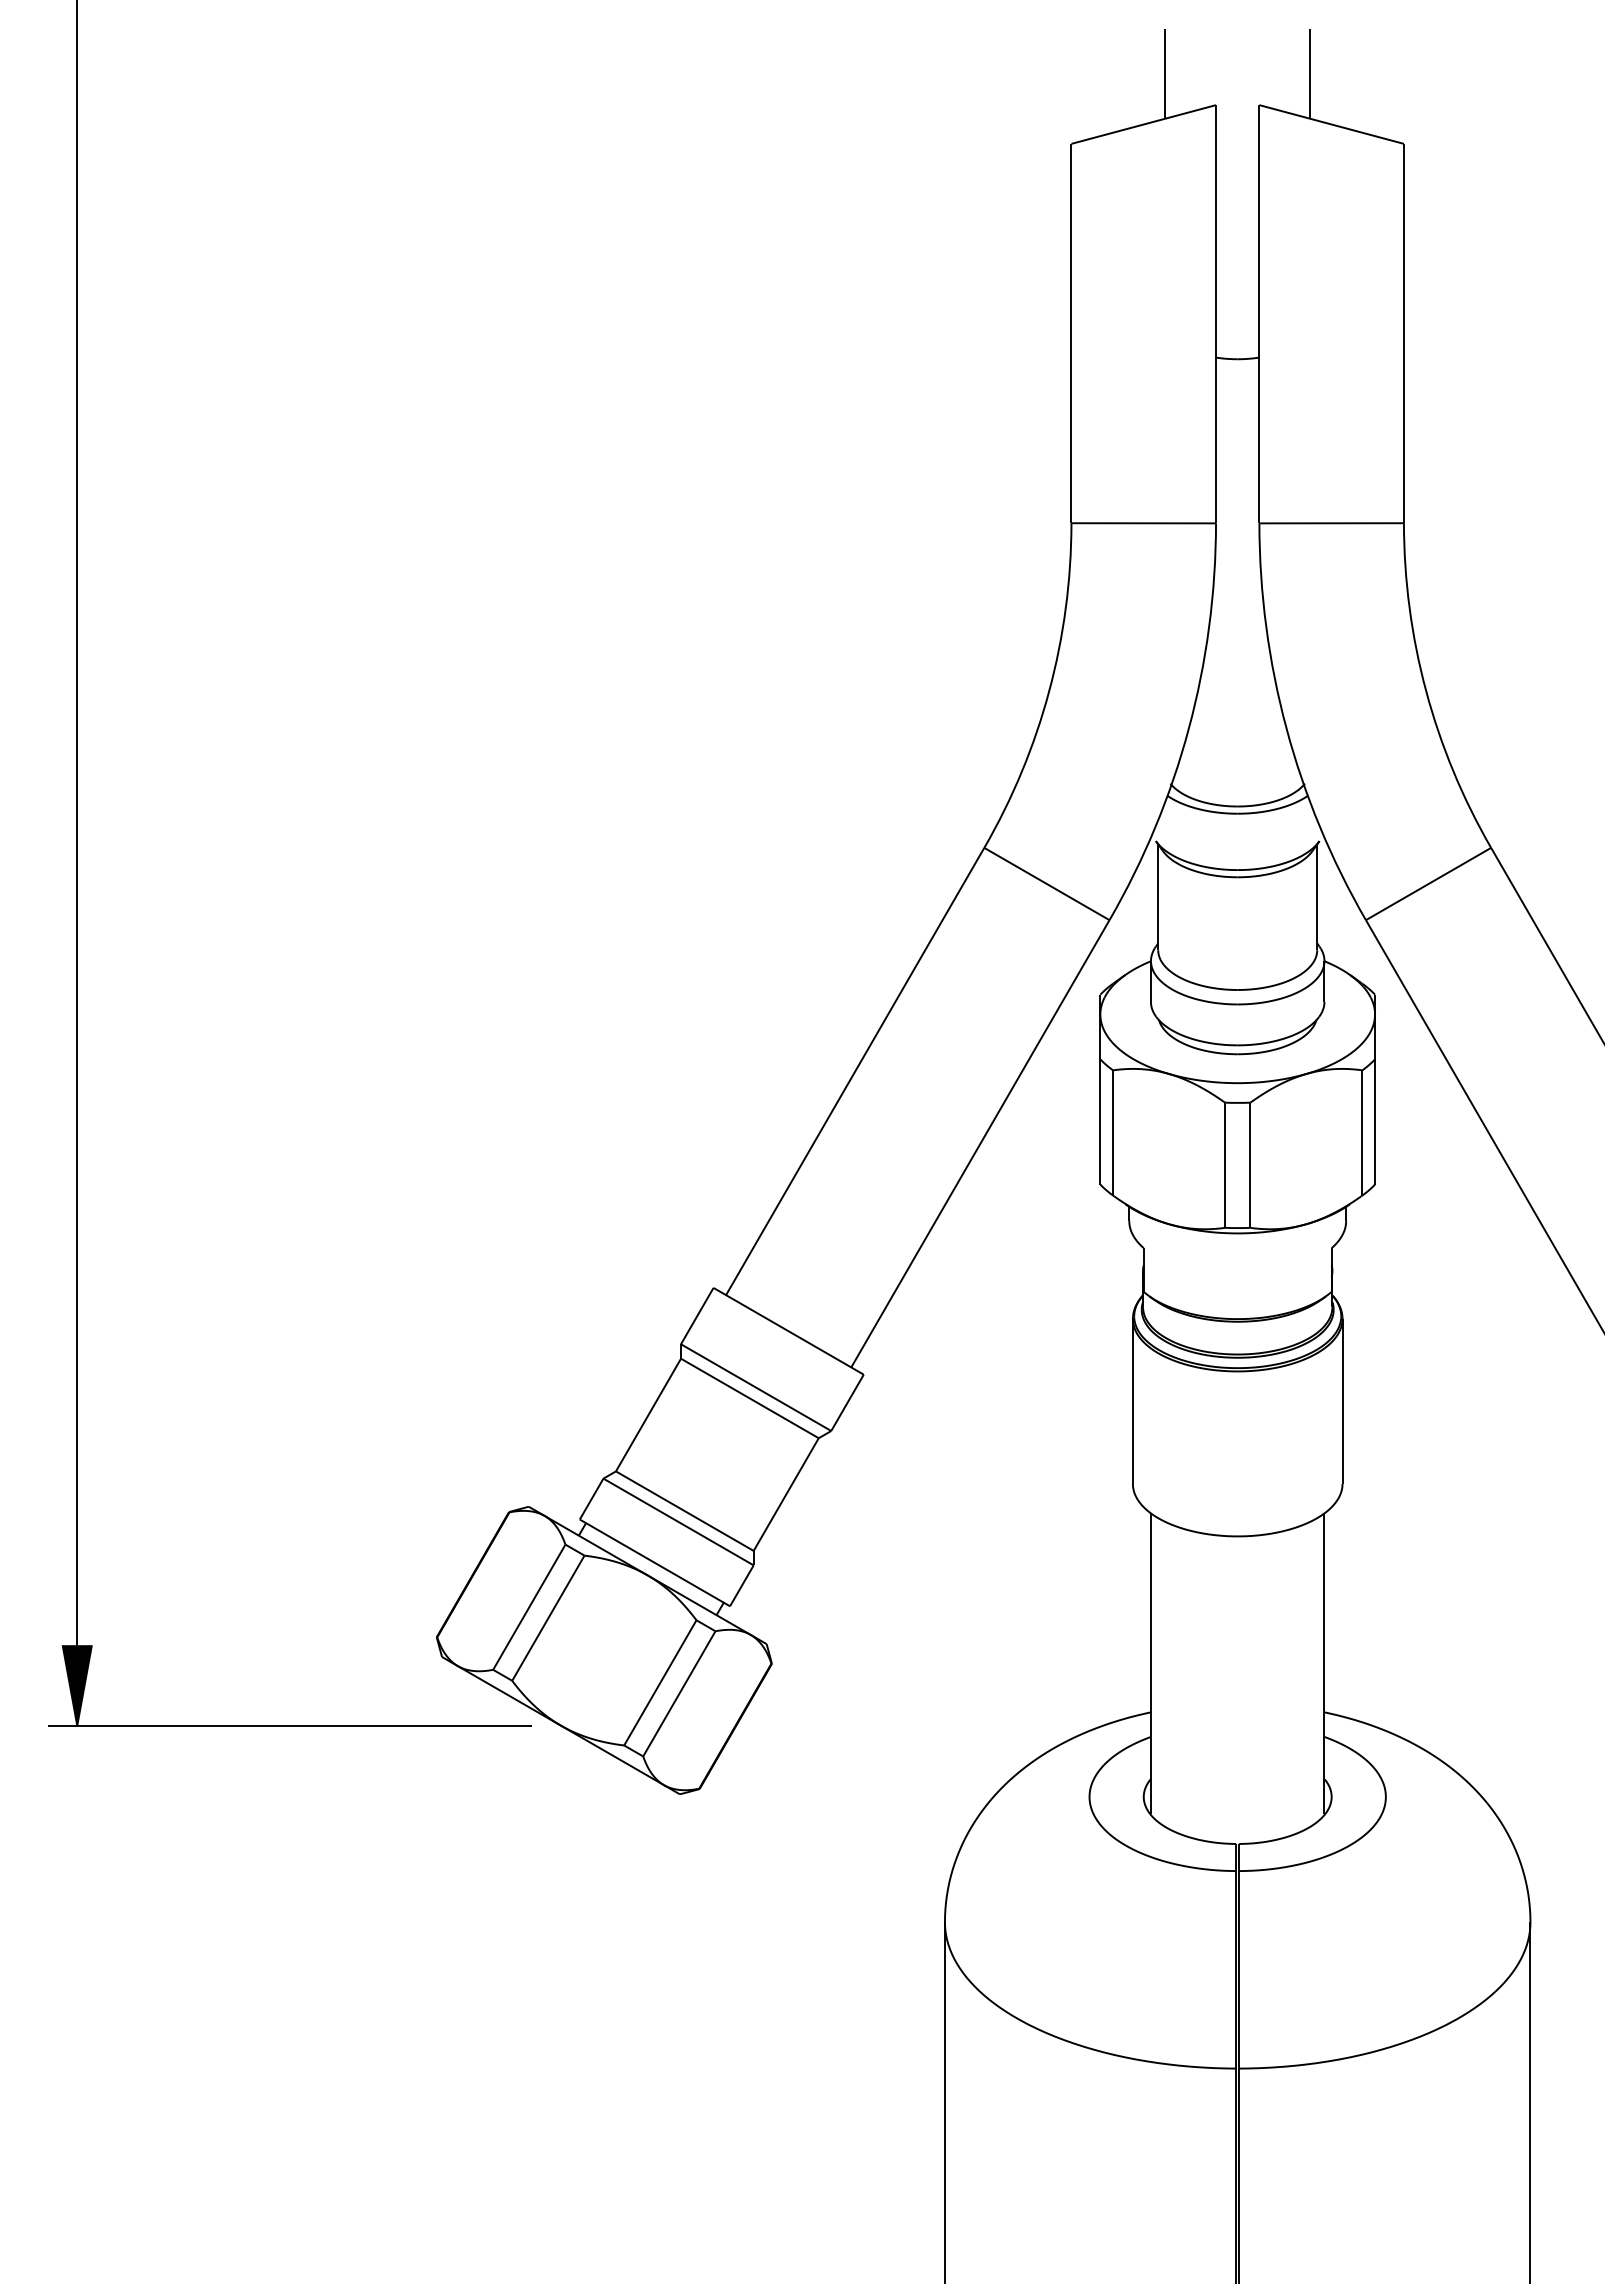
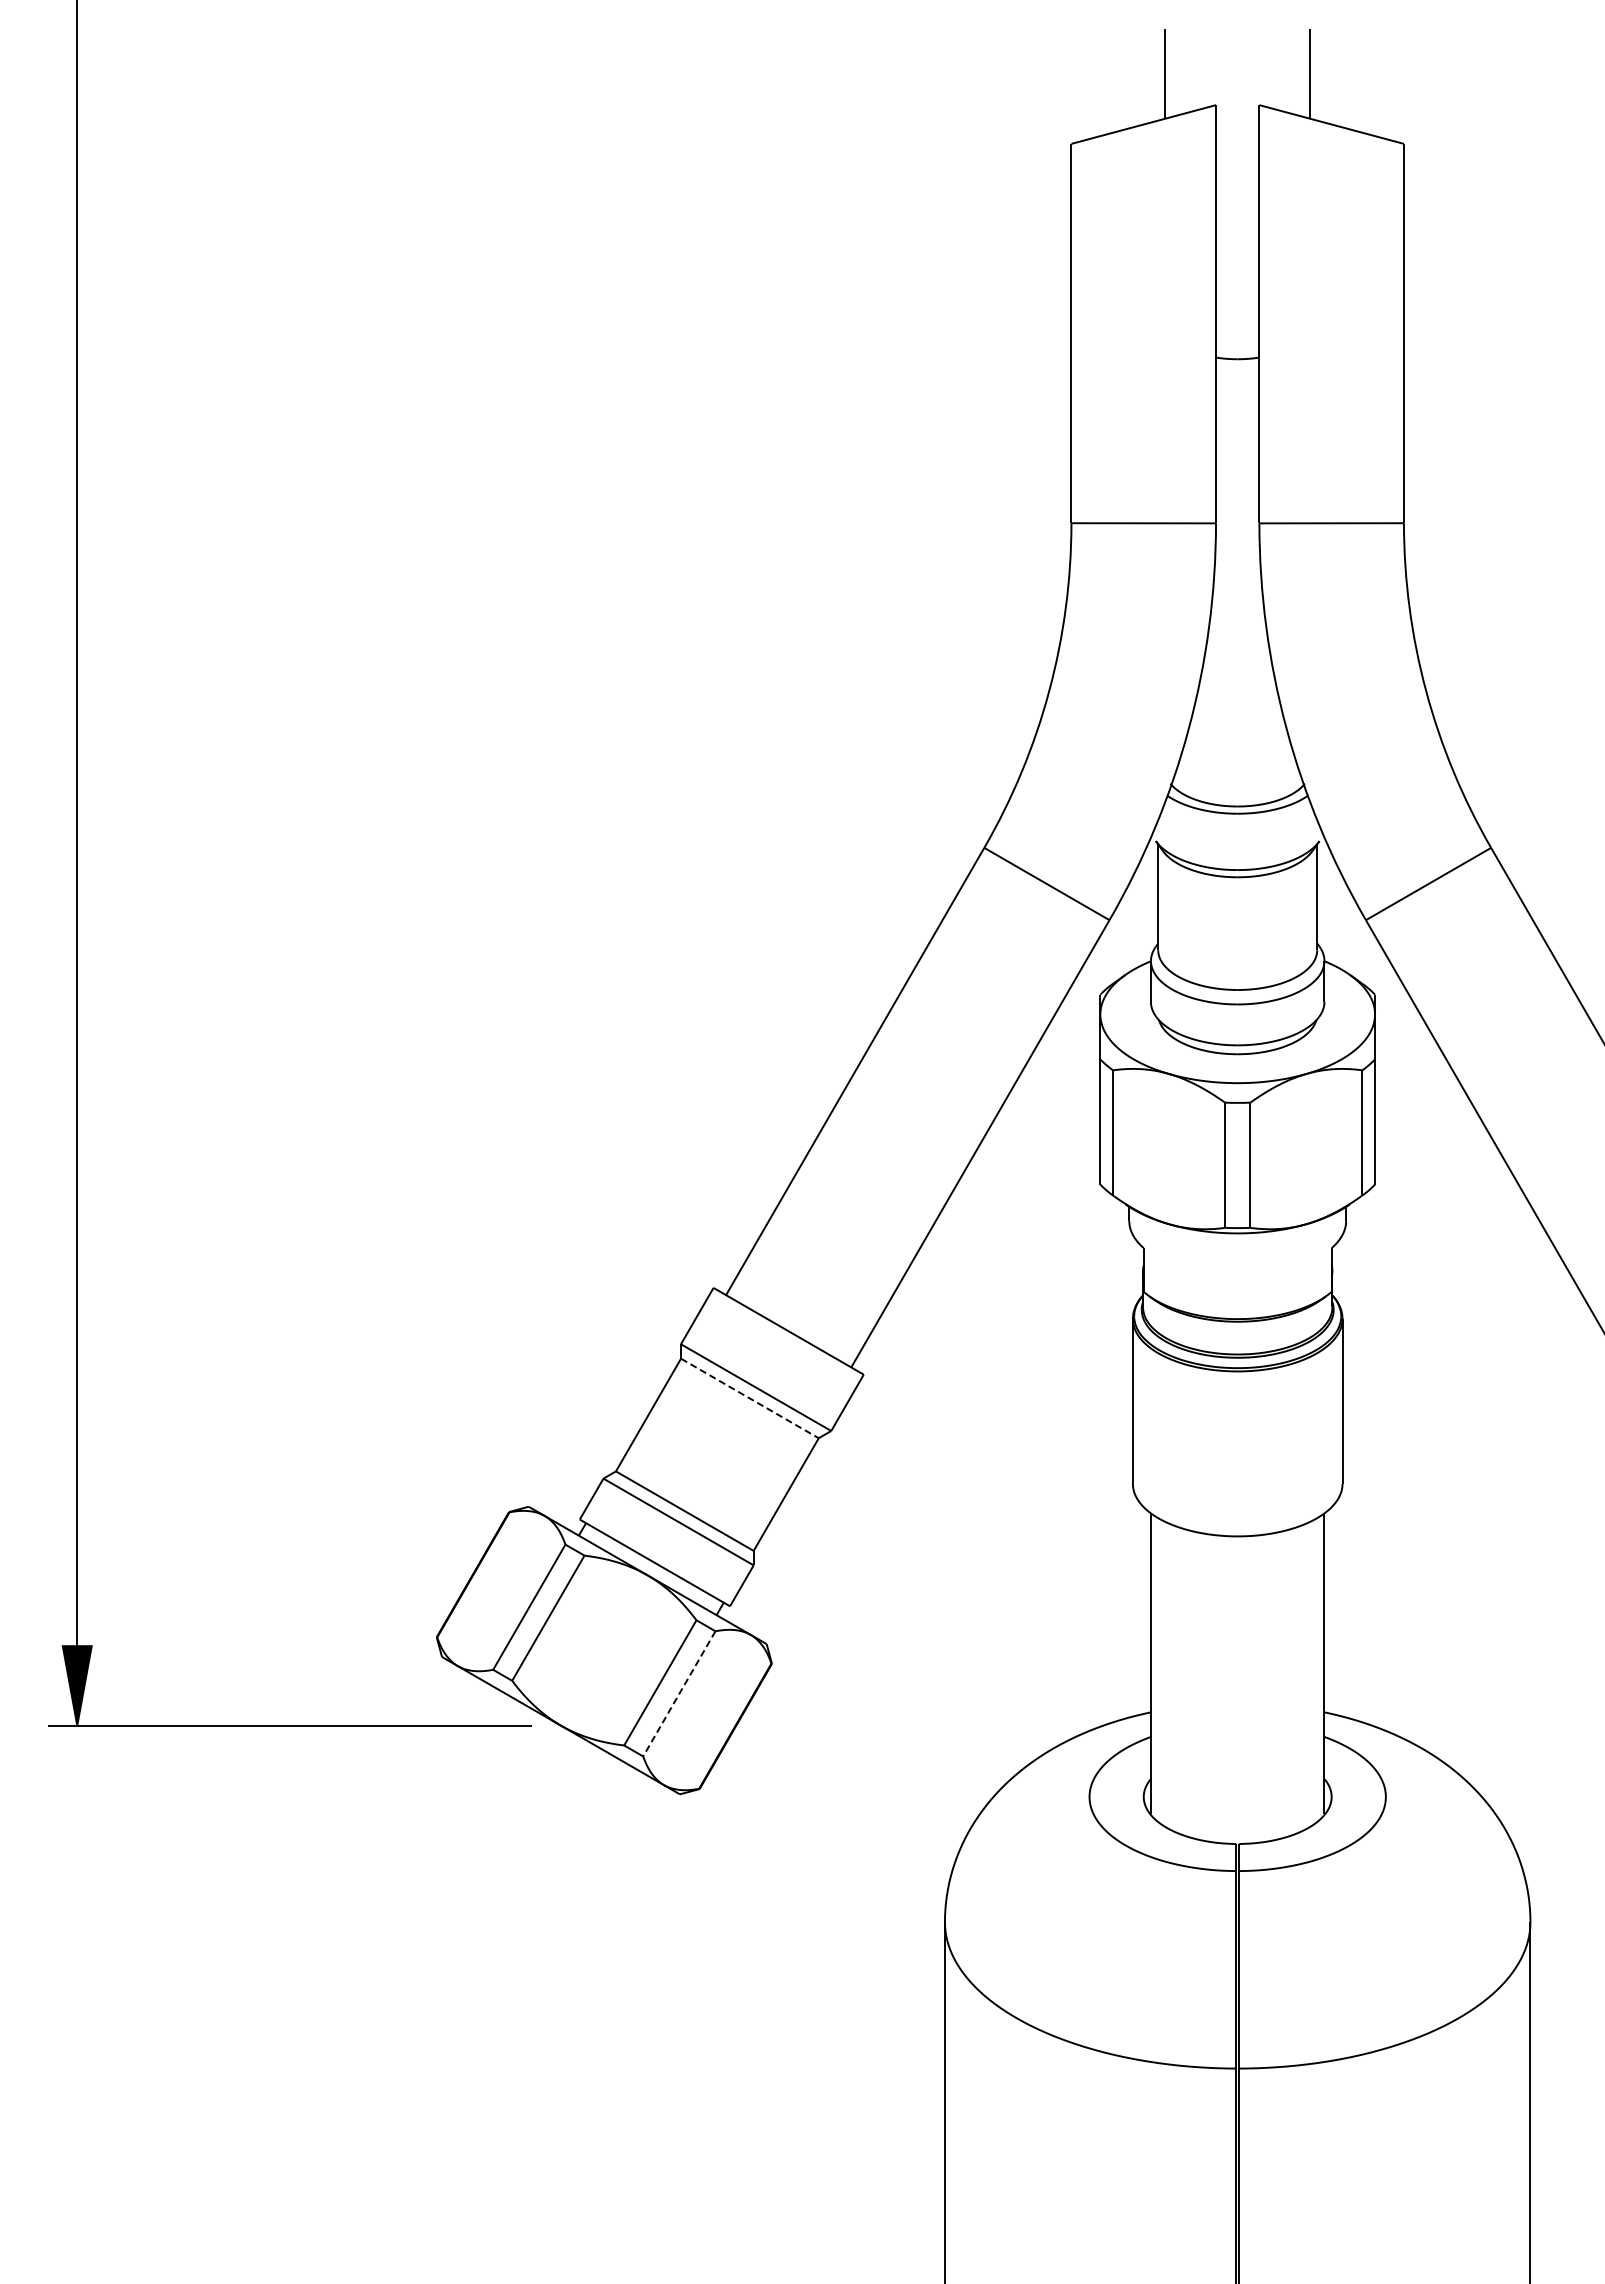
line at (749, 1398): solid -> dashed
line at (679, 1694): solid -> dashed
